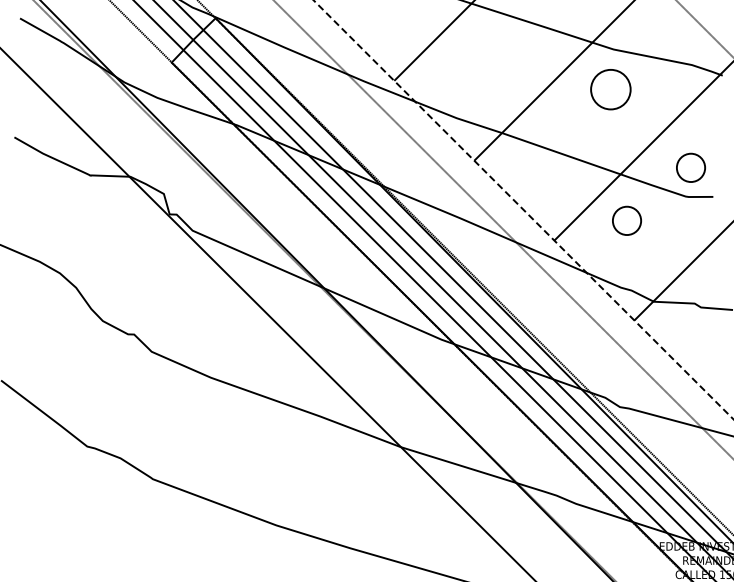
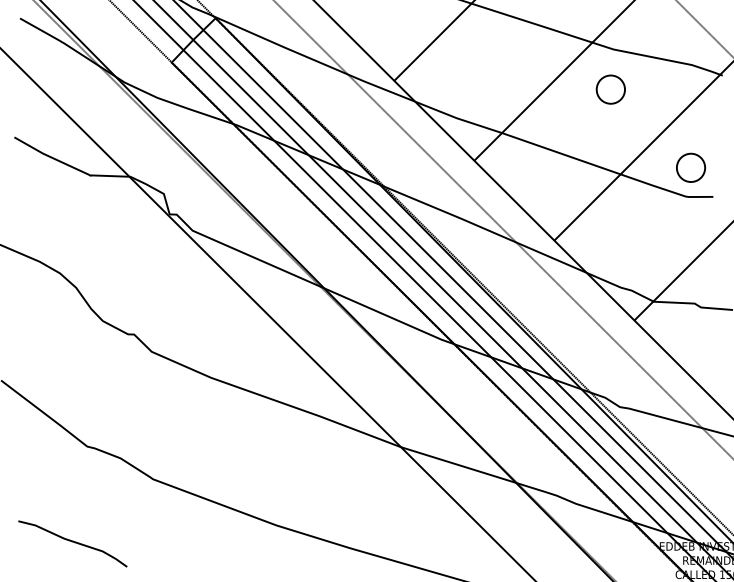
circle at (610, 89) diameter: 40 px -> 28 px
line at (523, 210): dashed -> solid
circle at (626, 220): present -> none
curve at (72, 542): none -> present
